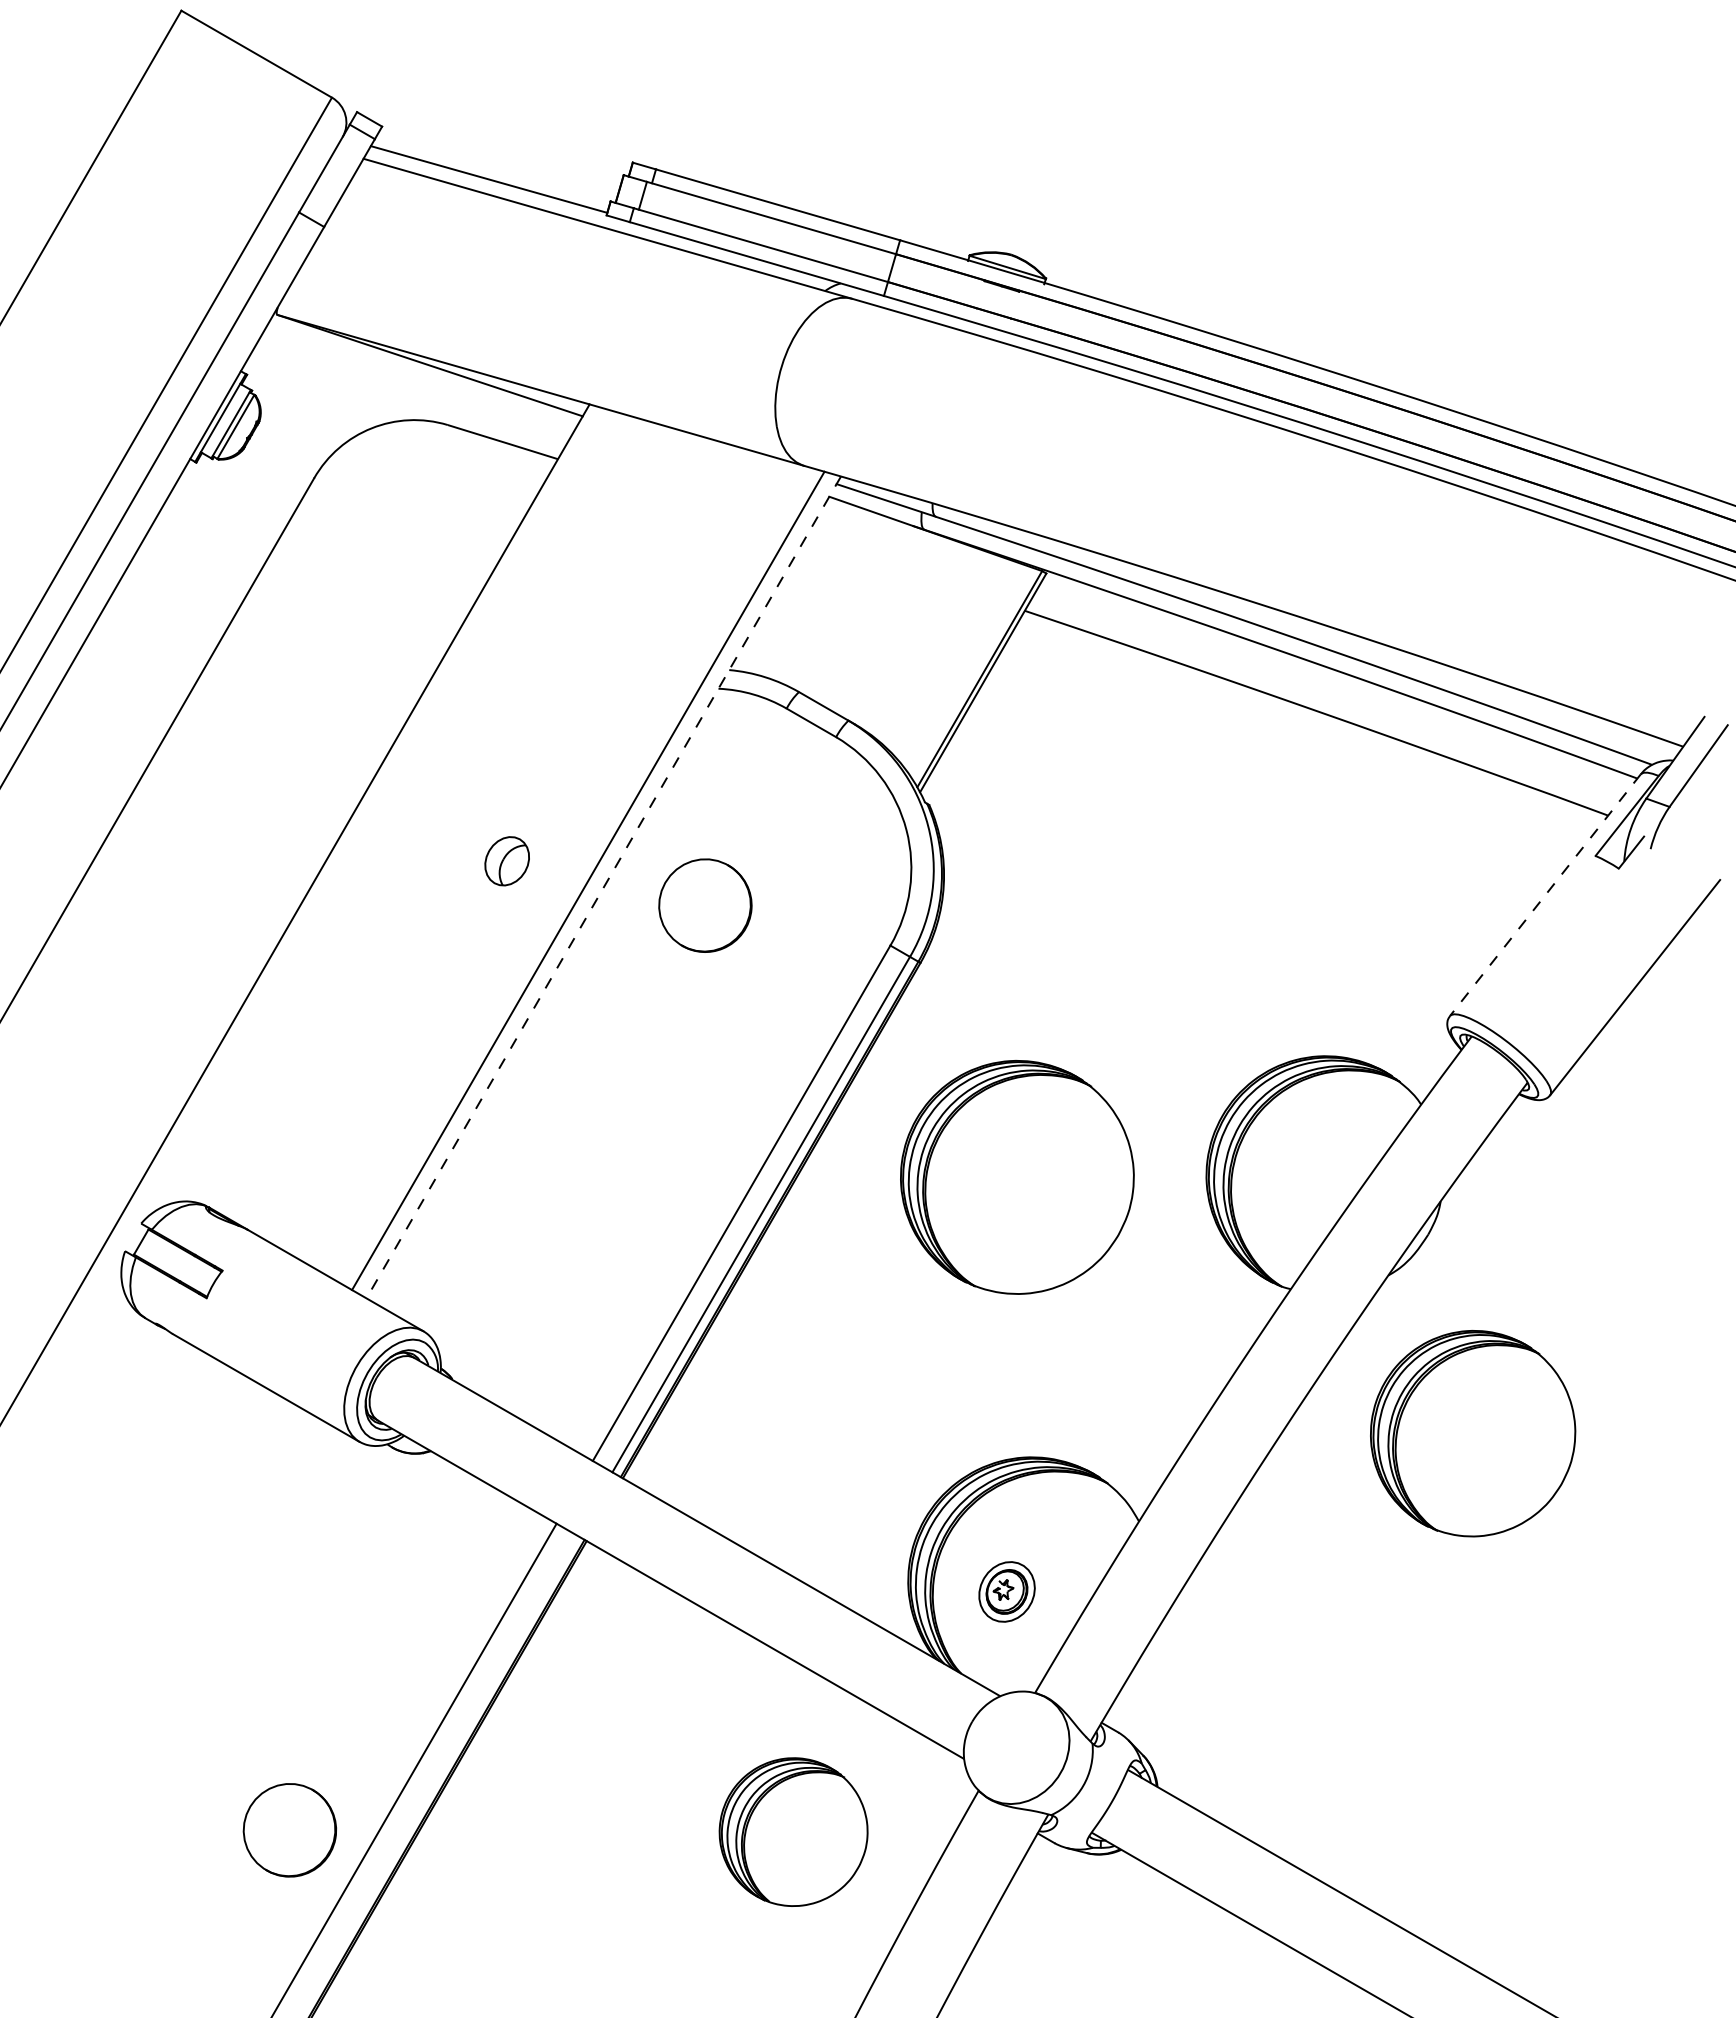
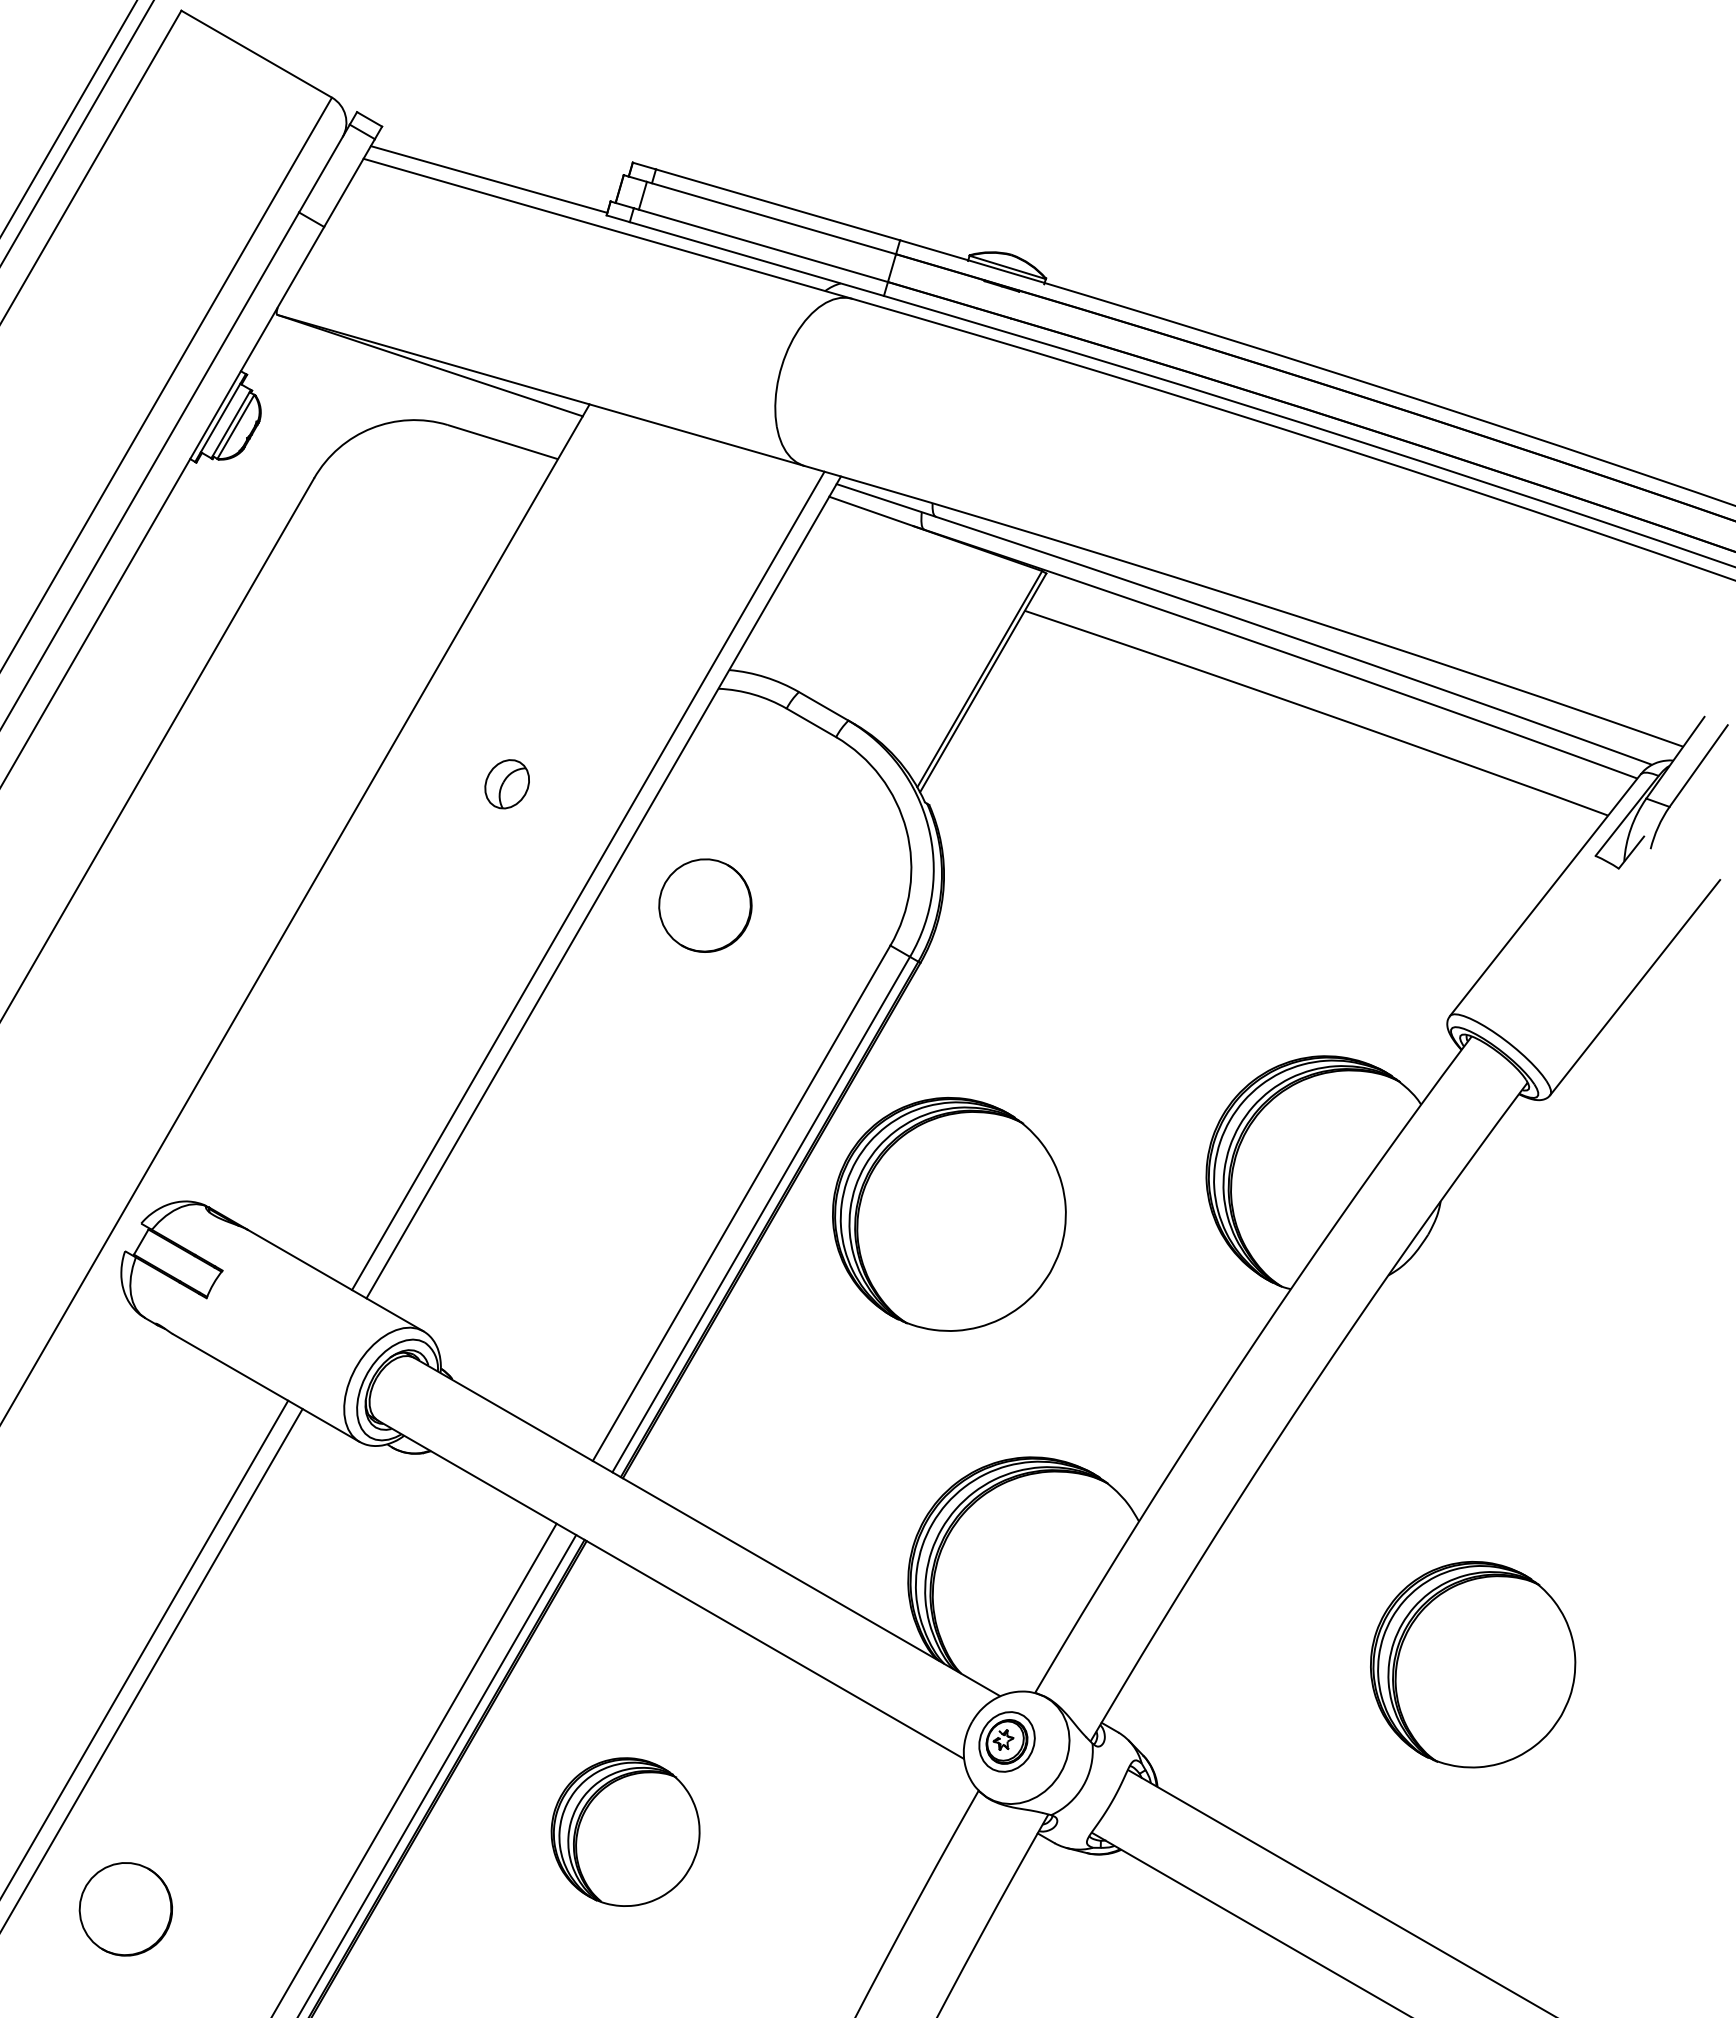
line at (68, 117): none -> present
line at (77, 132): none -> present
part at (506, 861) position: (506, 861) -> (506, 784)
line at (603, 887): dashed -> solid
line at (1545, 895): dashed -> solid
part at (1017, 1177) position: (1017, 1177) -> (949, 1214)
part at (1473, 1433) position: (1473, 1433) -> (1473, 1664)
part at (1006, 1591) position: (1006, 1591) -> (1006, 1741)
line at (145, 1647): none -> present
line at (152, 1669): none -> present
line at (437, 1774): none -> present
part at (289, 1830) position: (289, 1830) -> (125, 1909)
part at (793, 1831) position: (793, 1831) -> (625, 1831)
